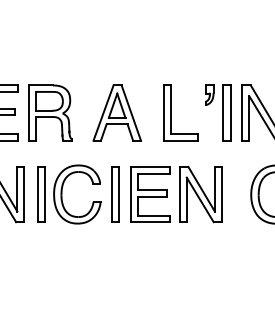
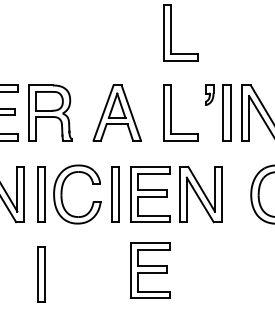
part at (171, 32): none -> present
part at (150, 270): none -> present
part at (41, 274): none -> present
